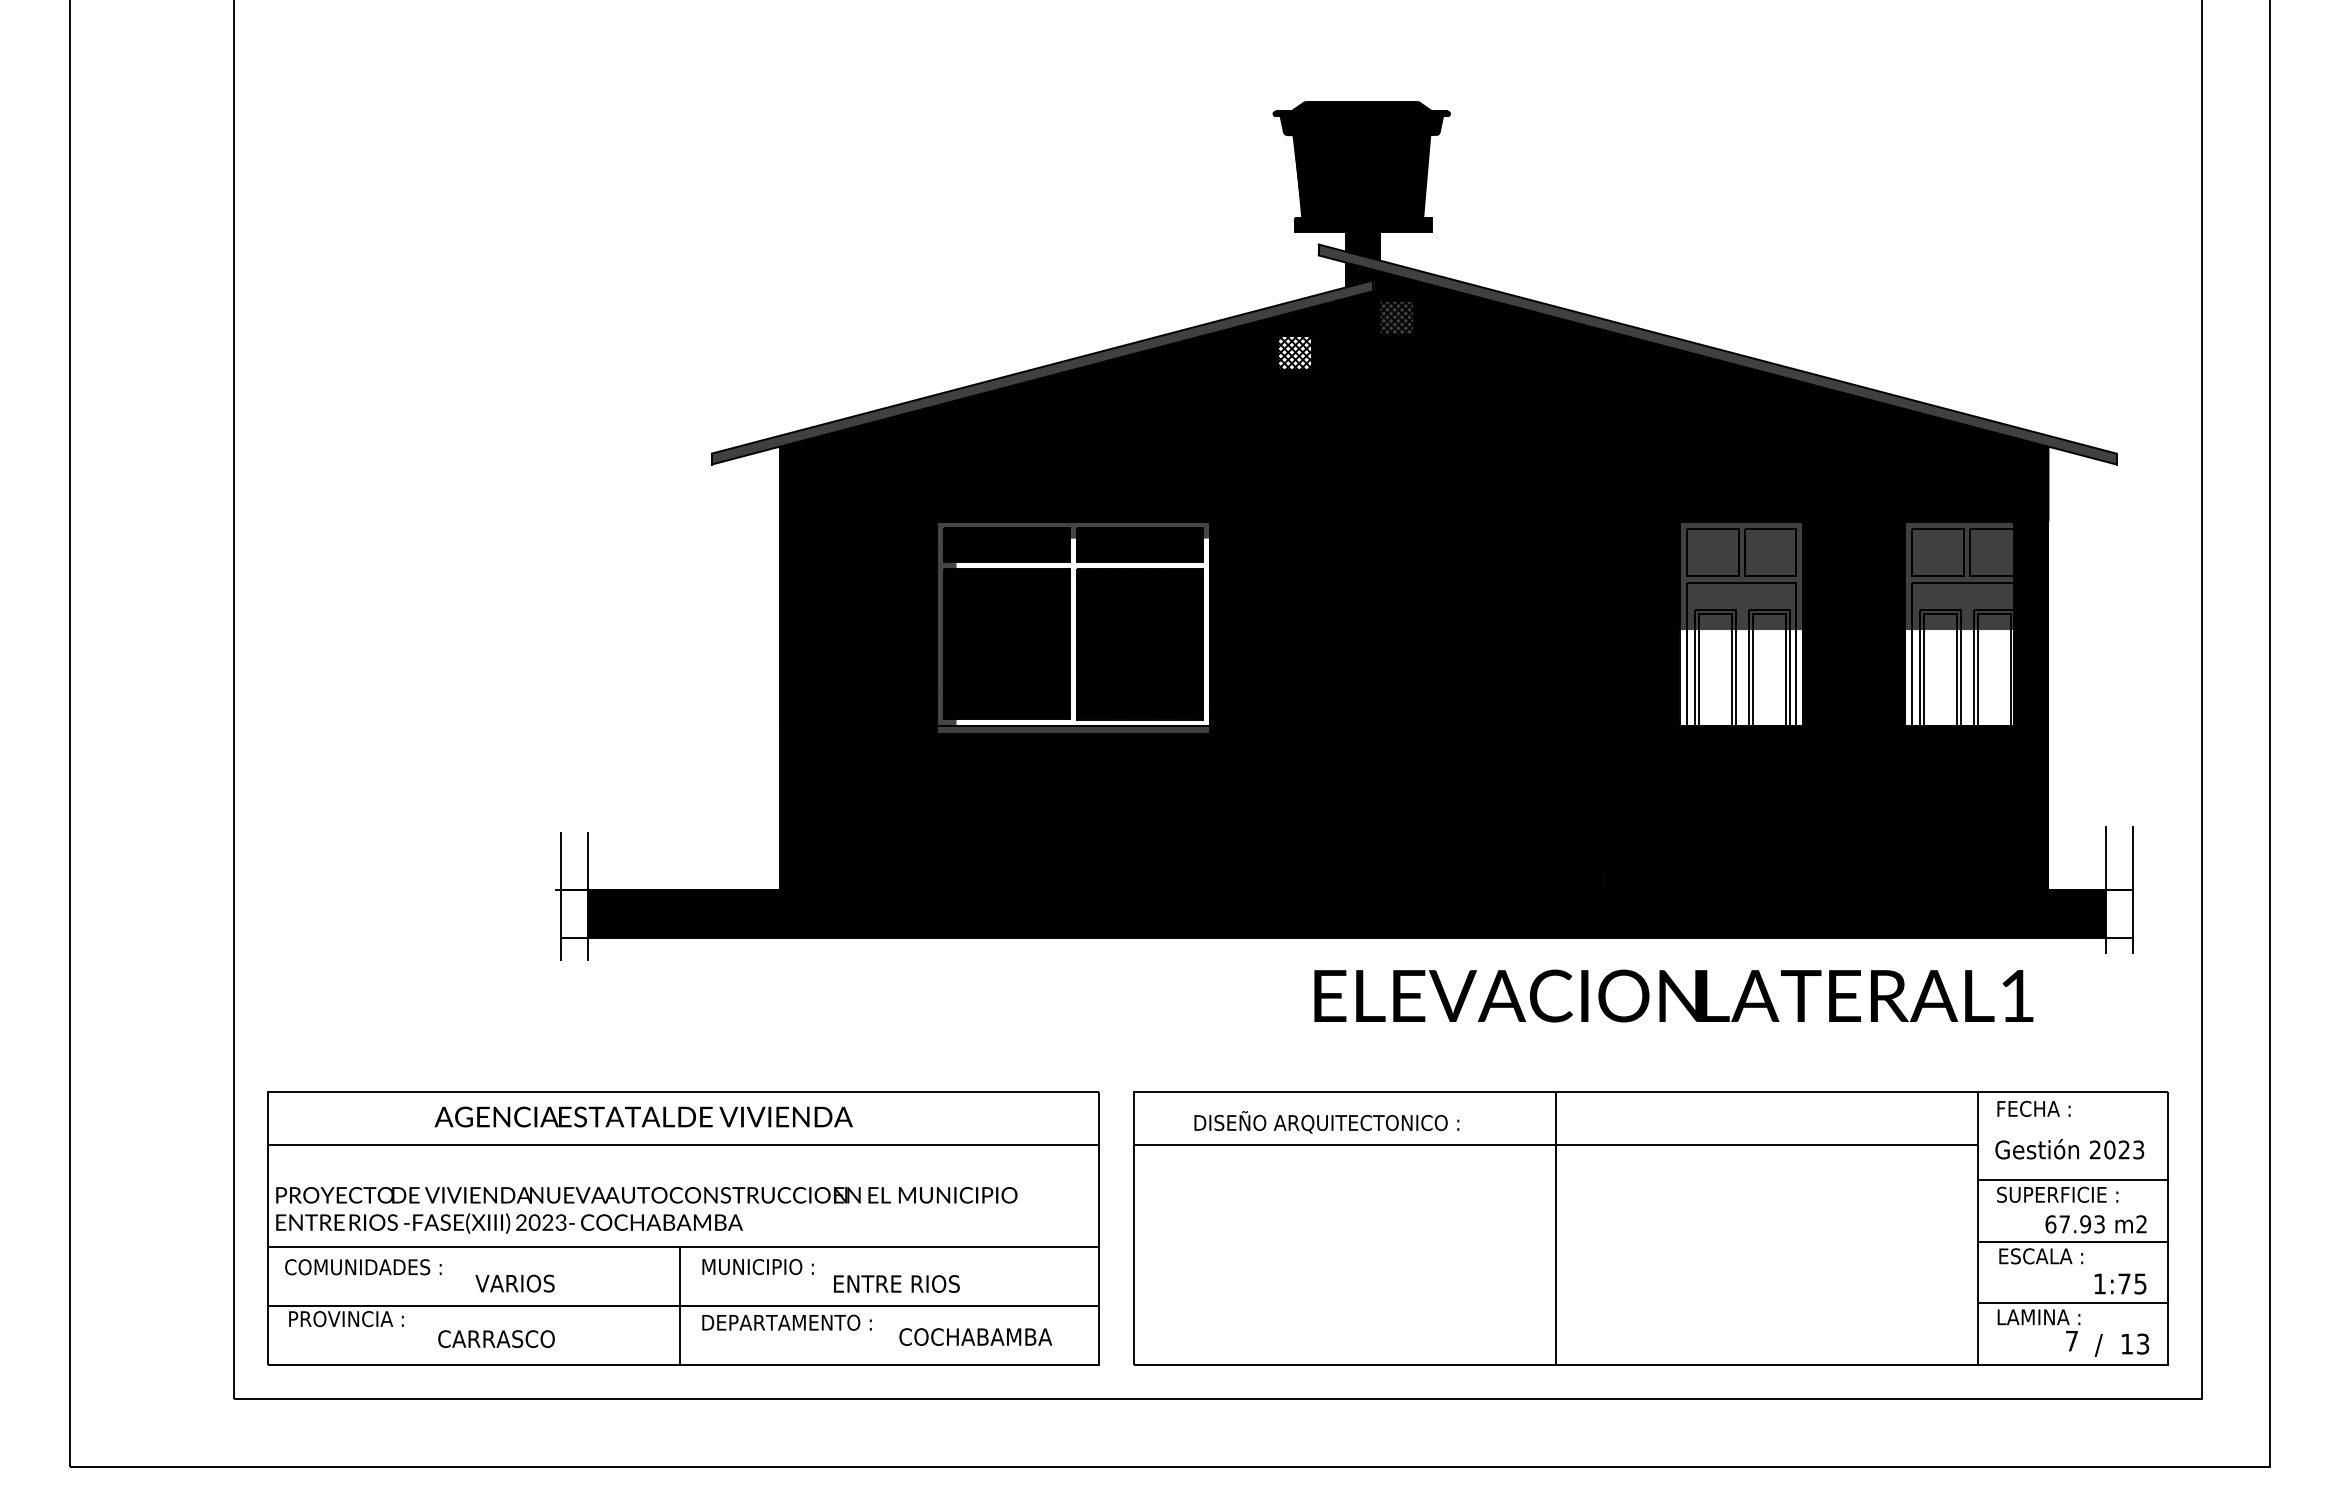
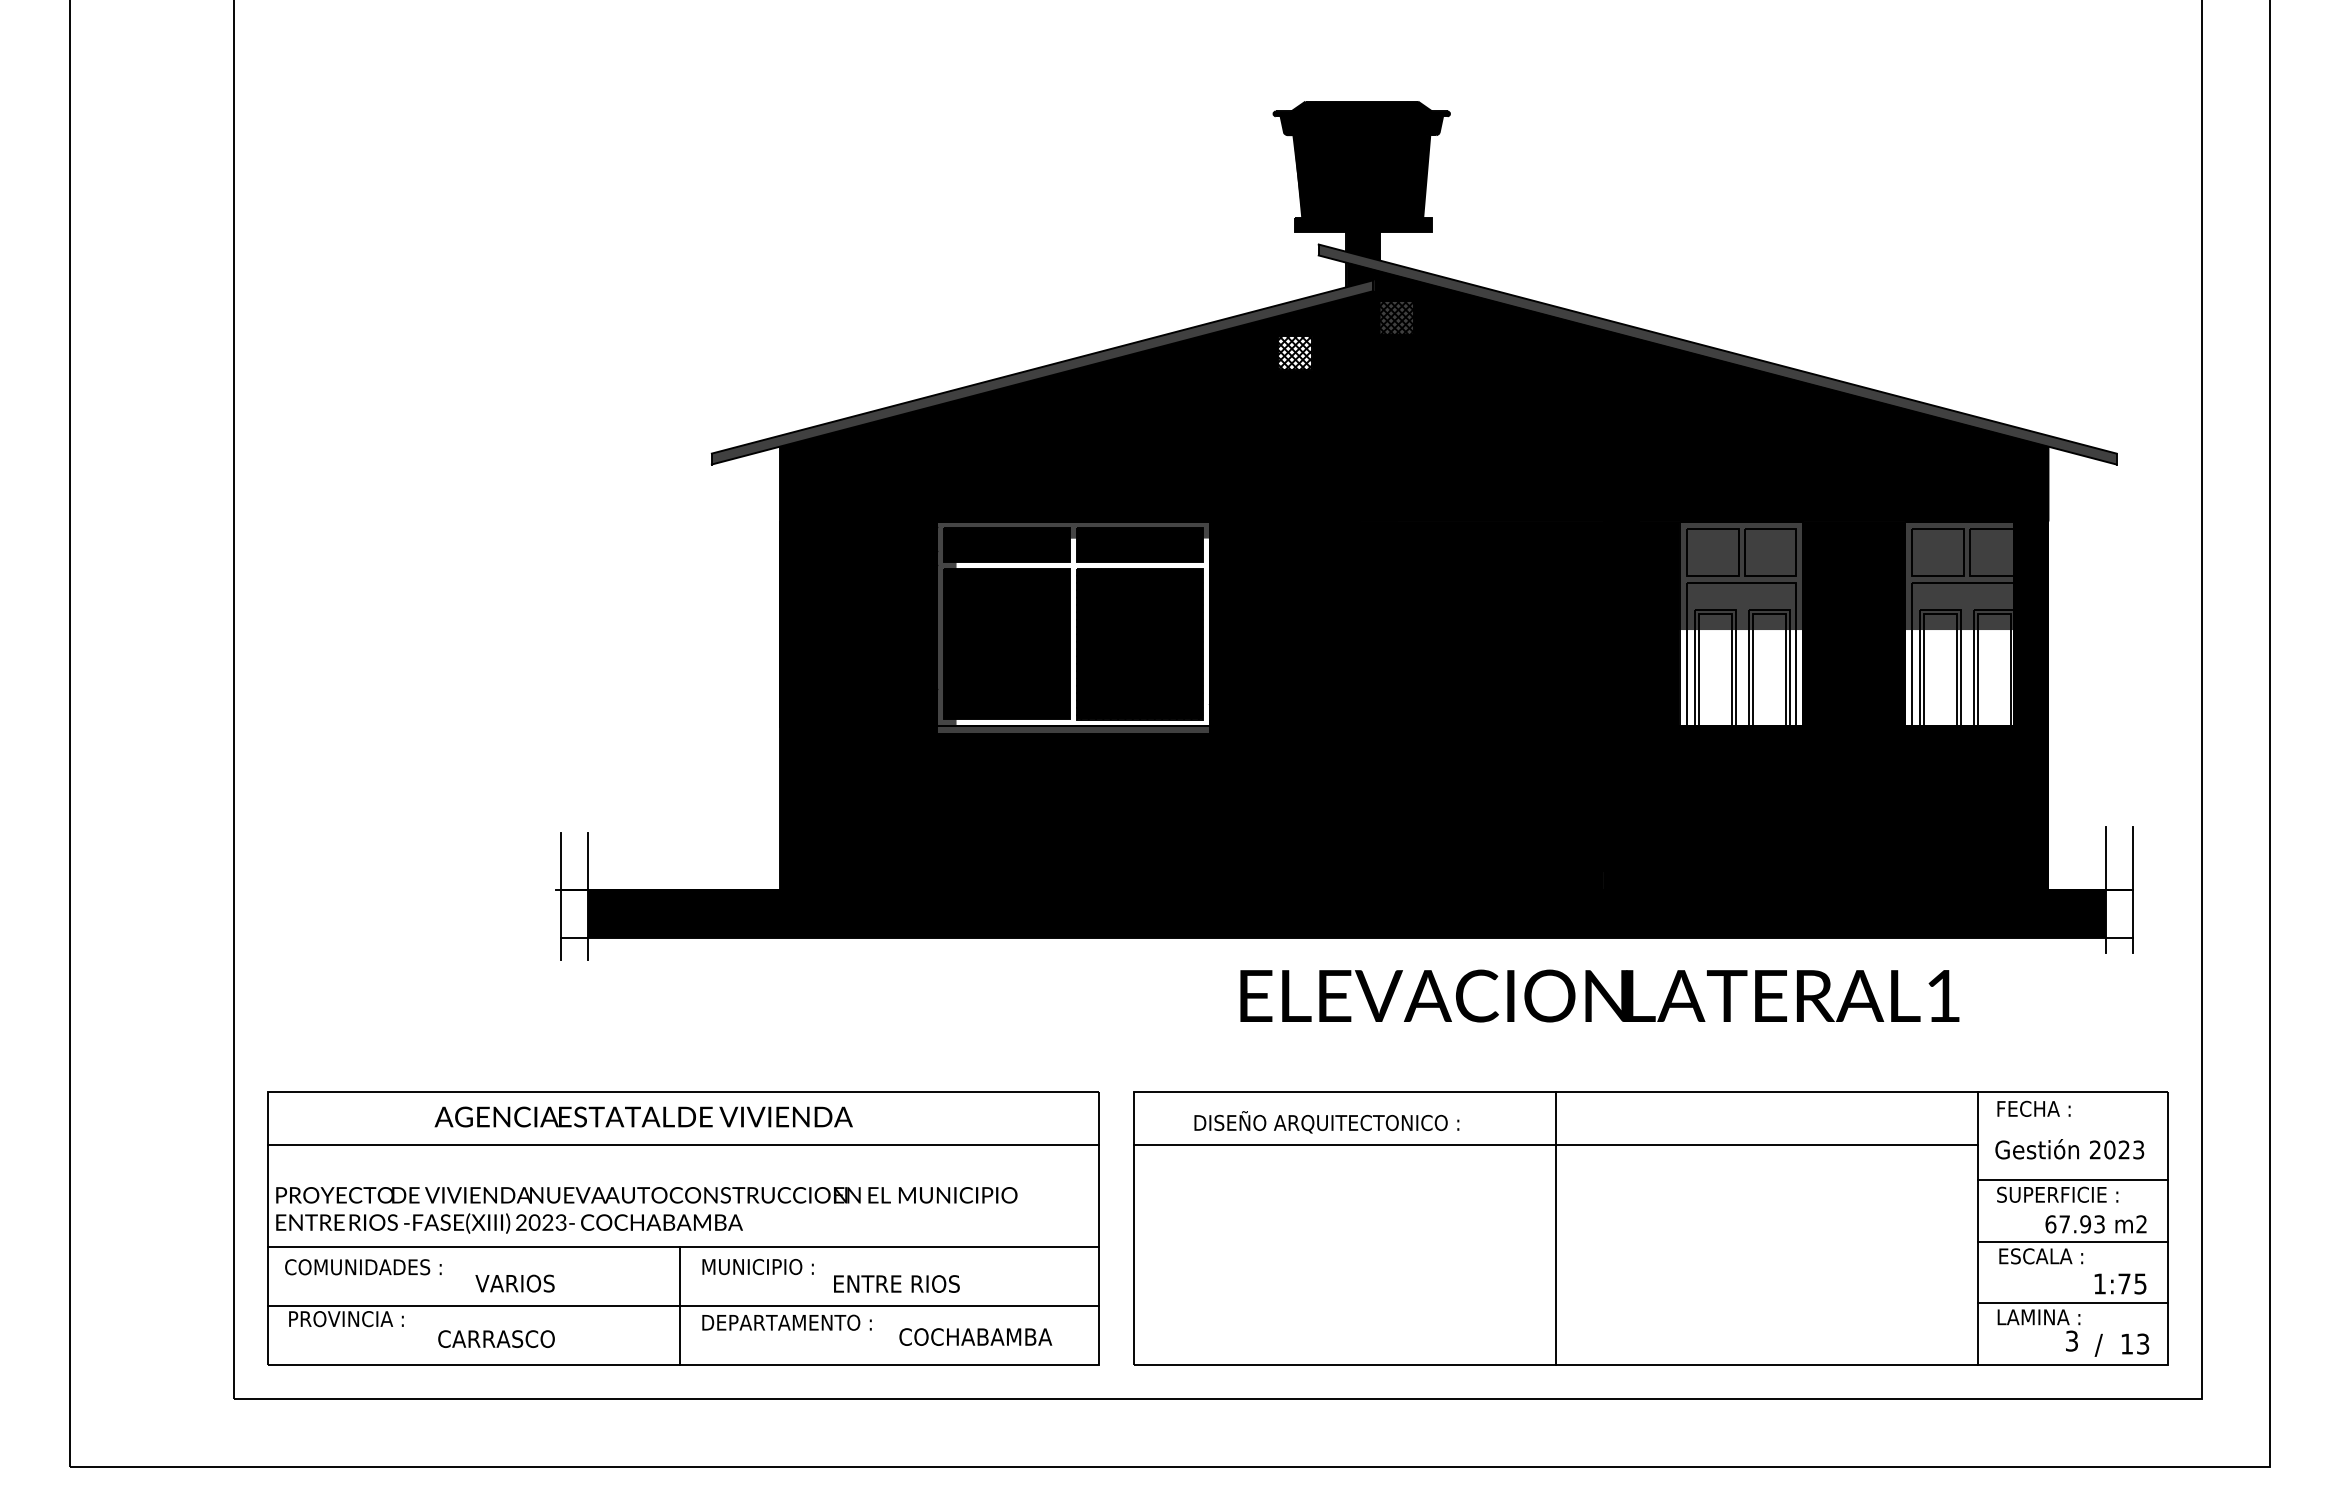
text at (1673, 995) position: (1673, 995) -> (1599, 995)
text at (2071, 1340): 7 -> 3
